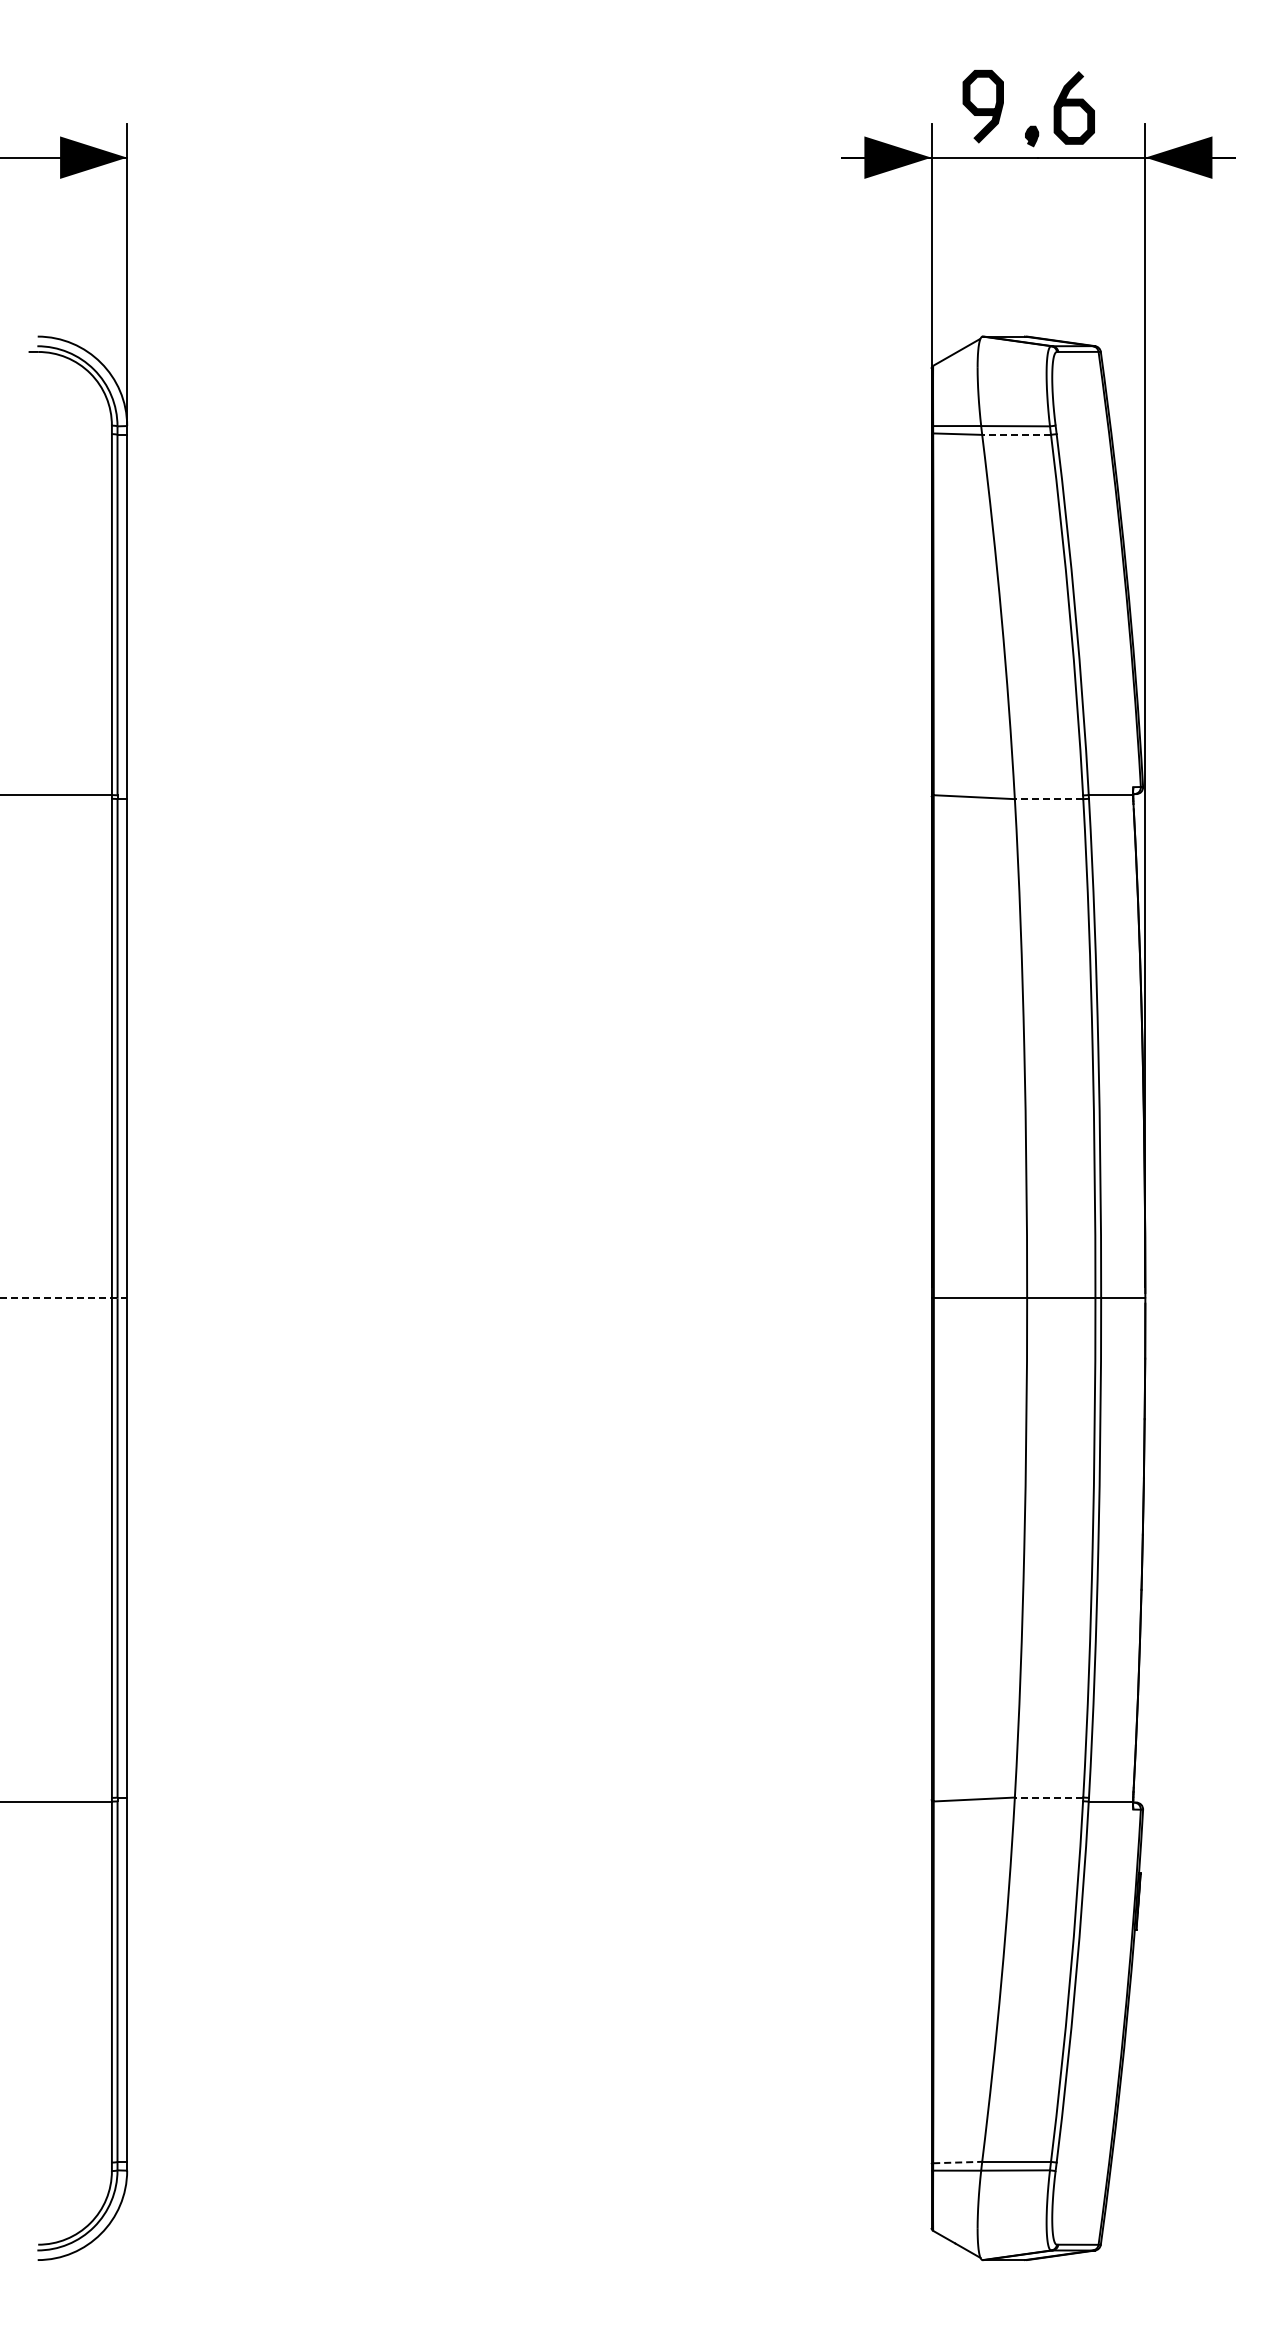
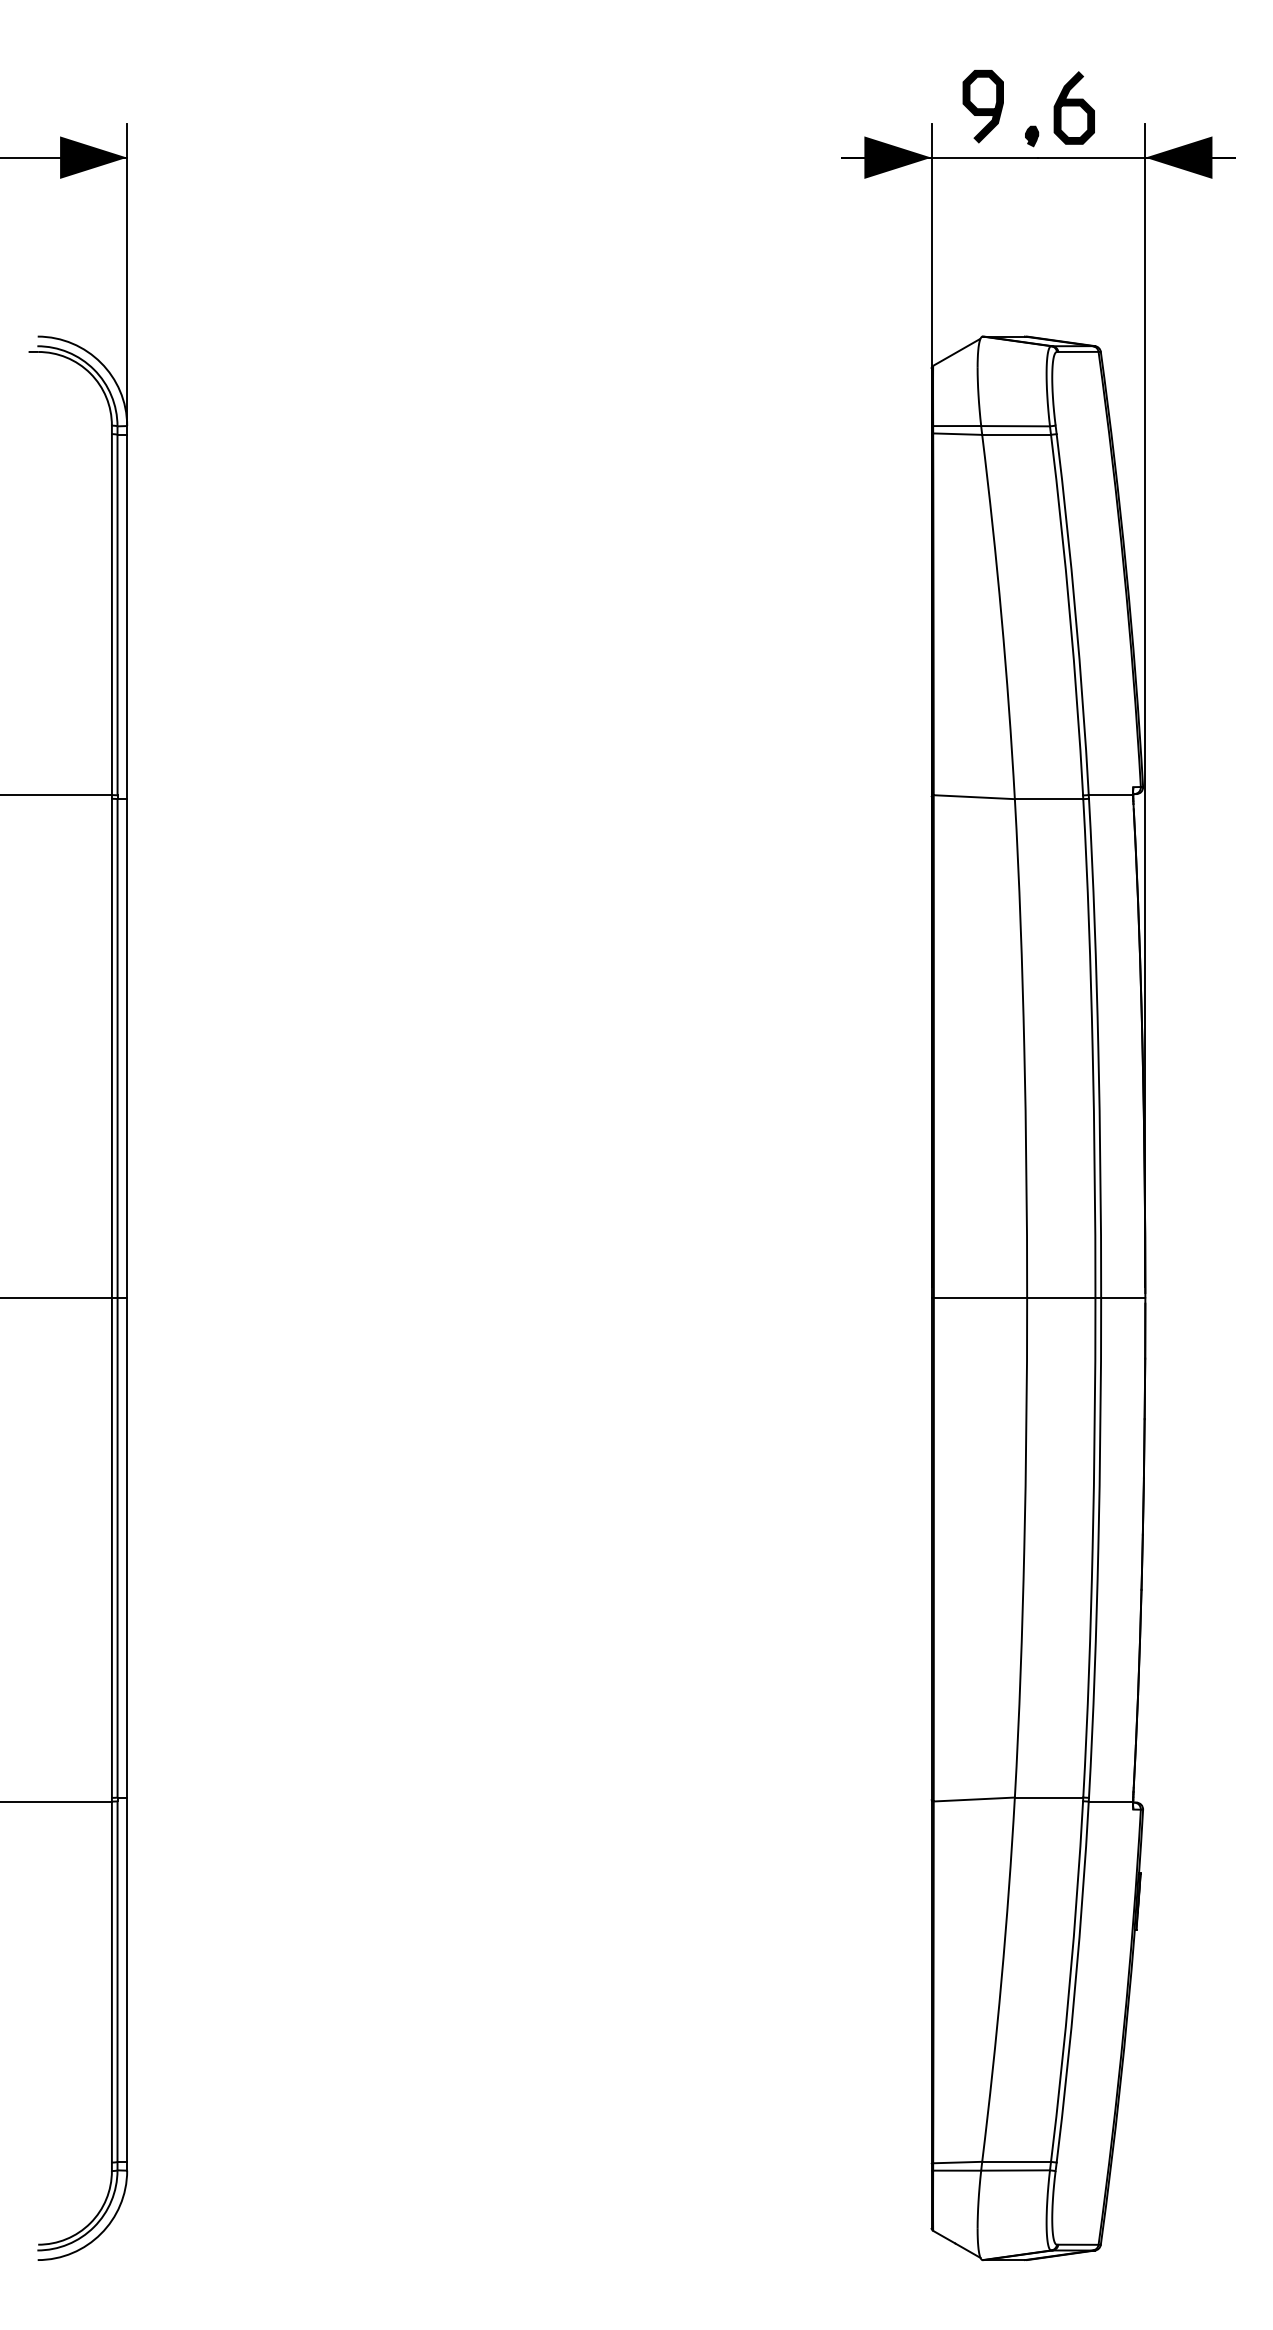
line at (1016, 434): dashed -> solid
line at (1048, 799): dashed -> solid
line at (64, 1298): dashed -> solid
line at (1048, 1797): dashed -> solid
line at (957, 2162): dashed -> solid
